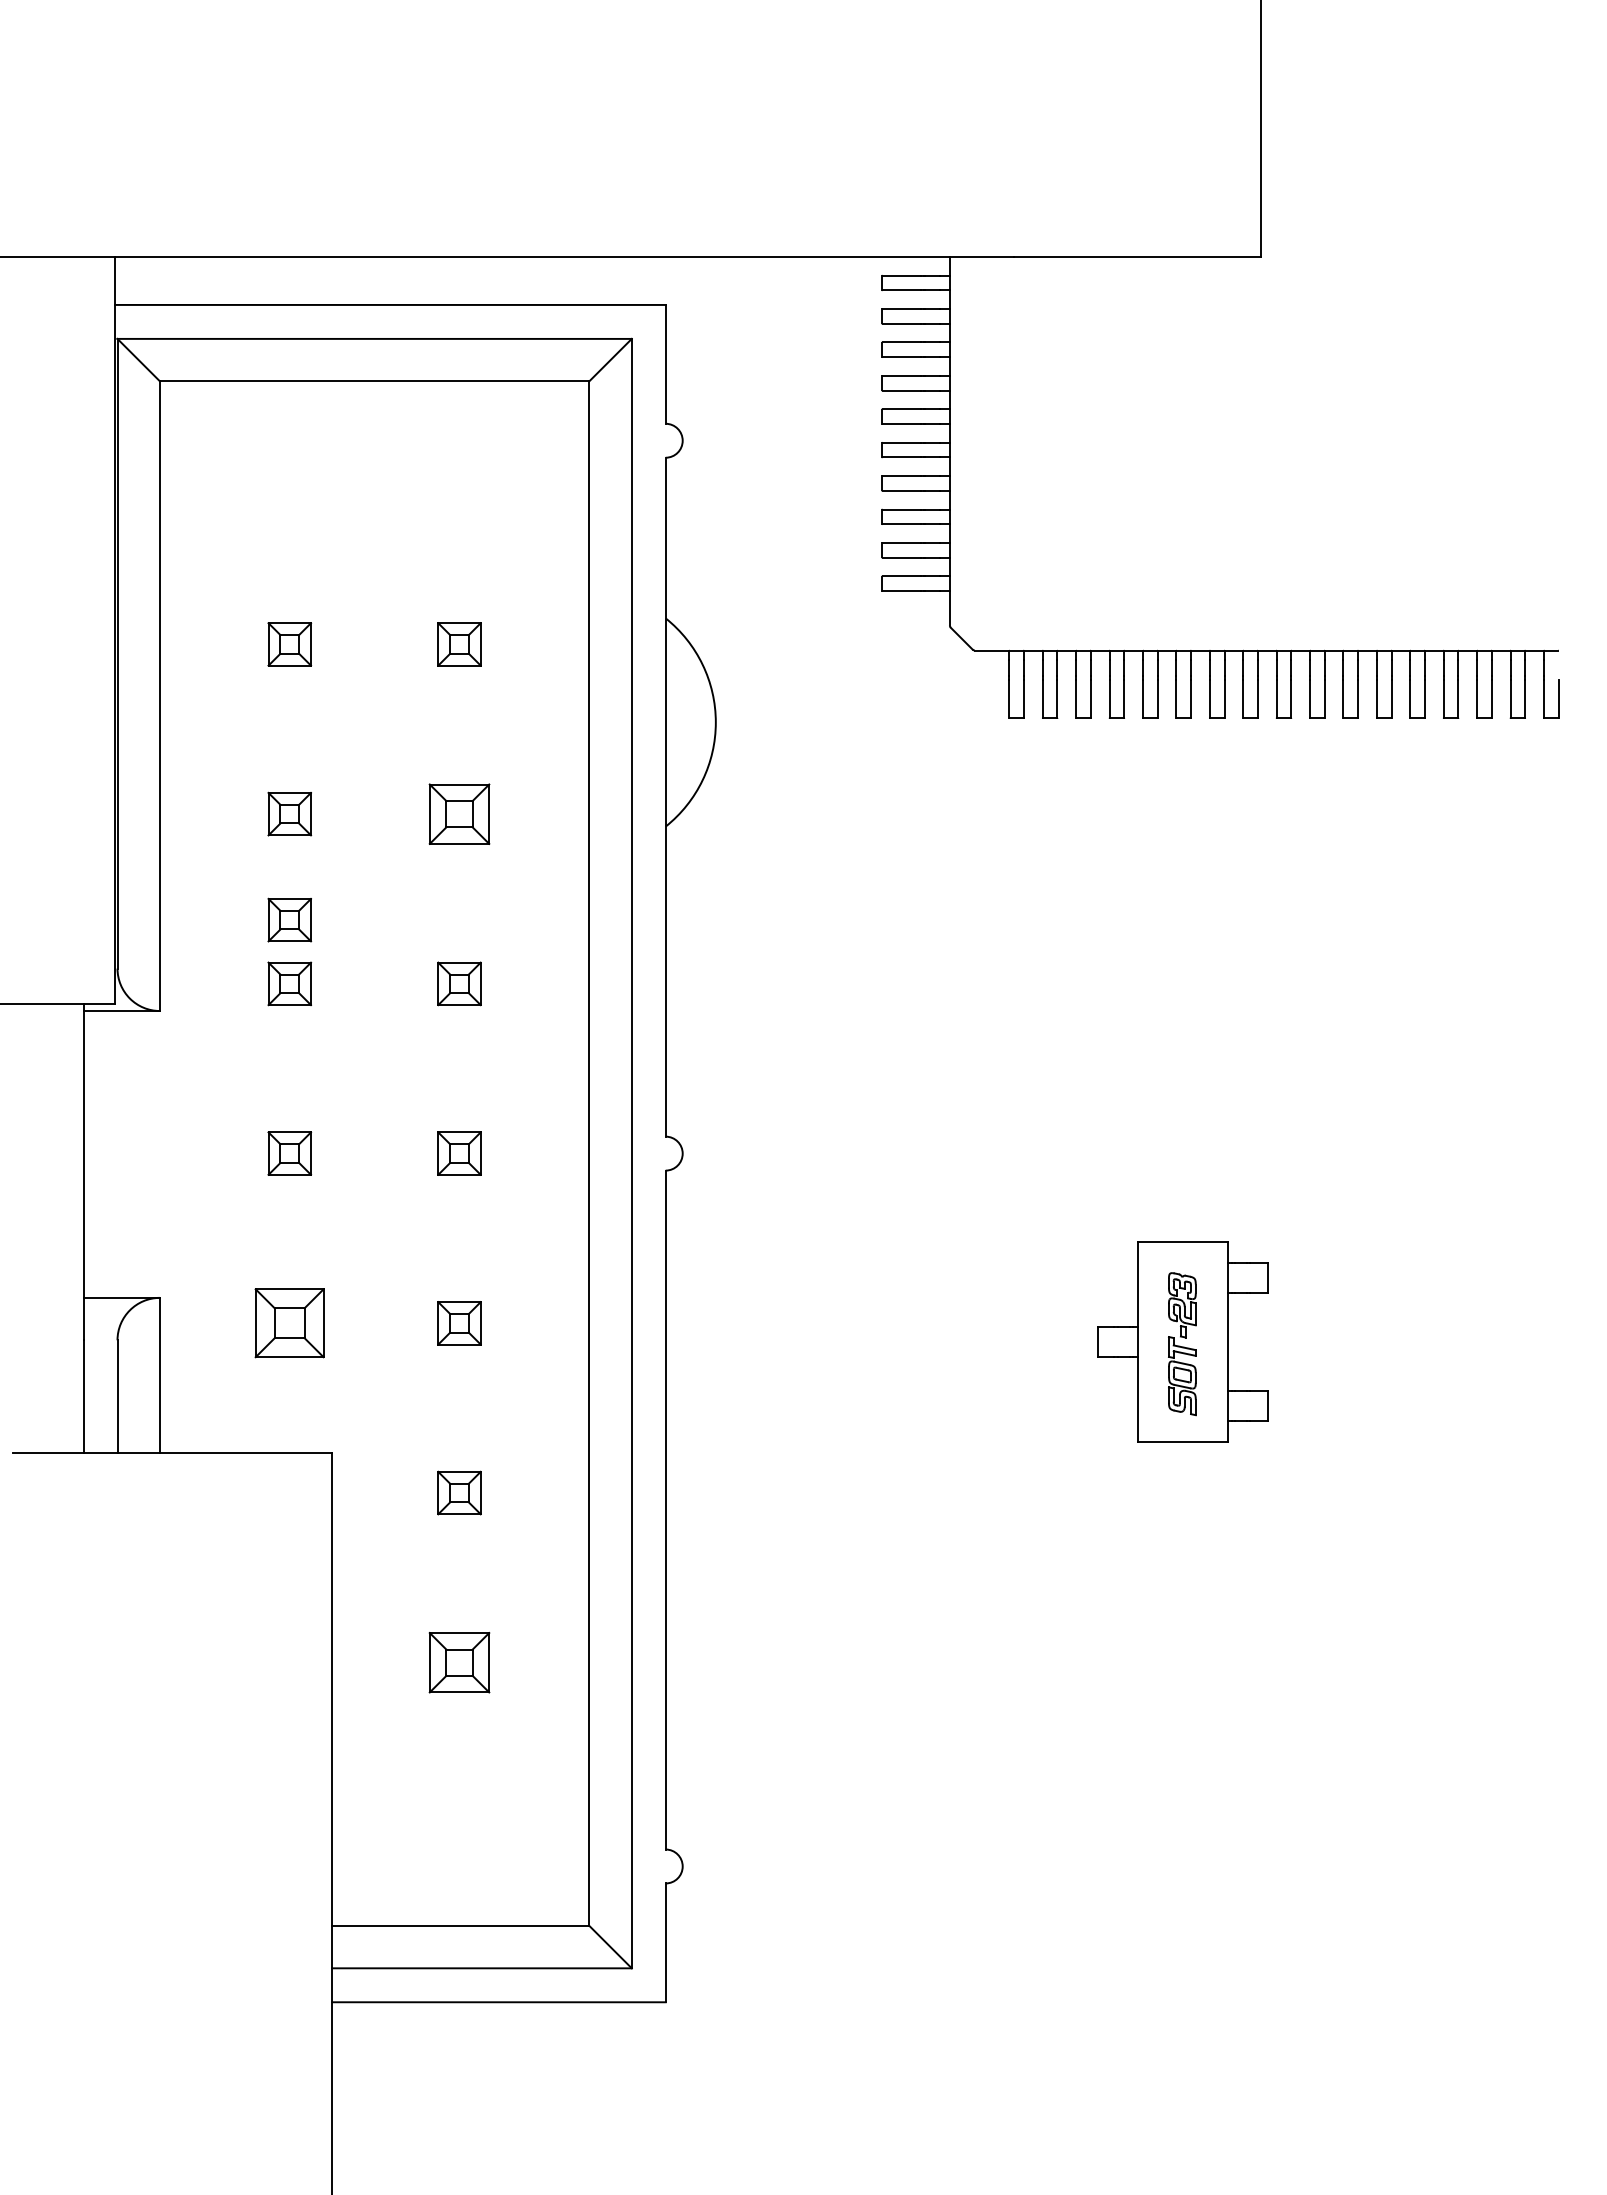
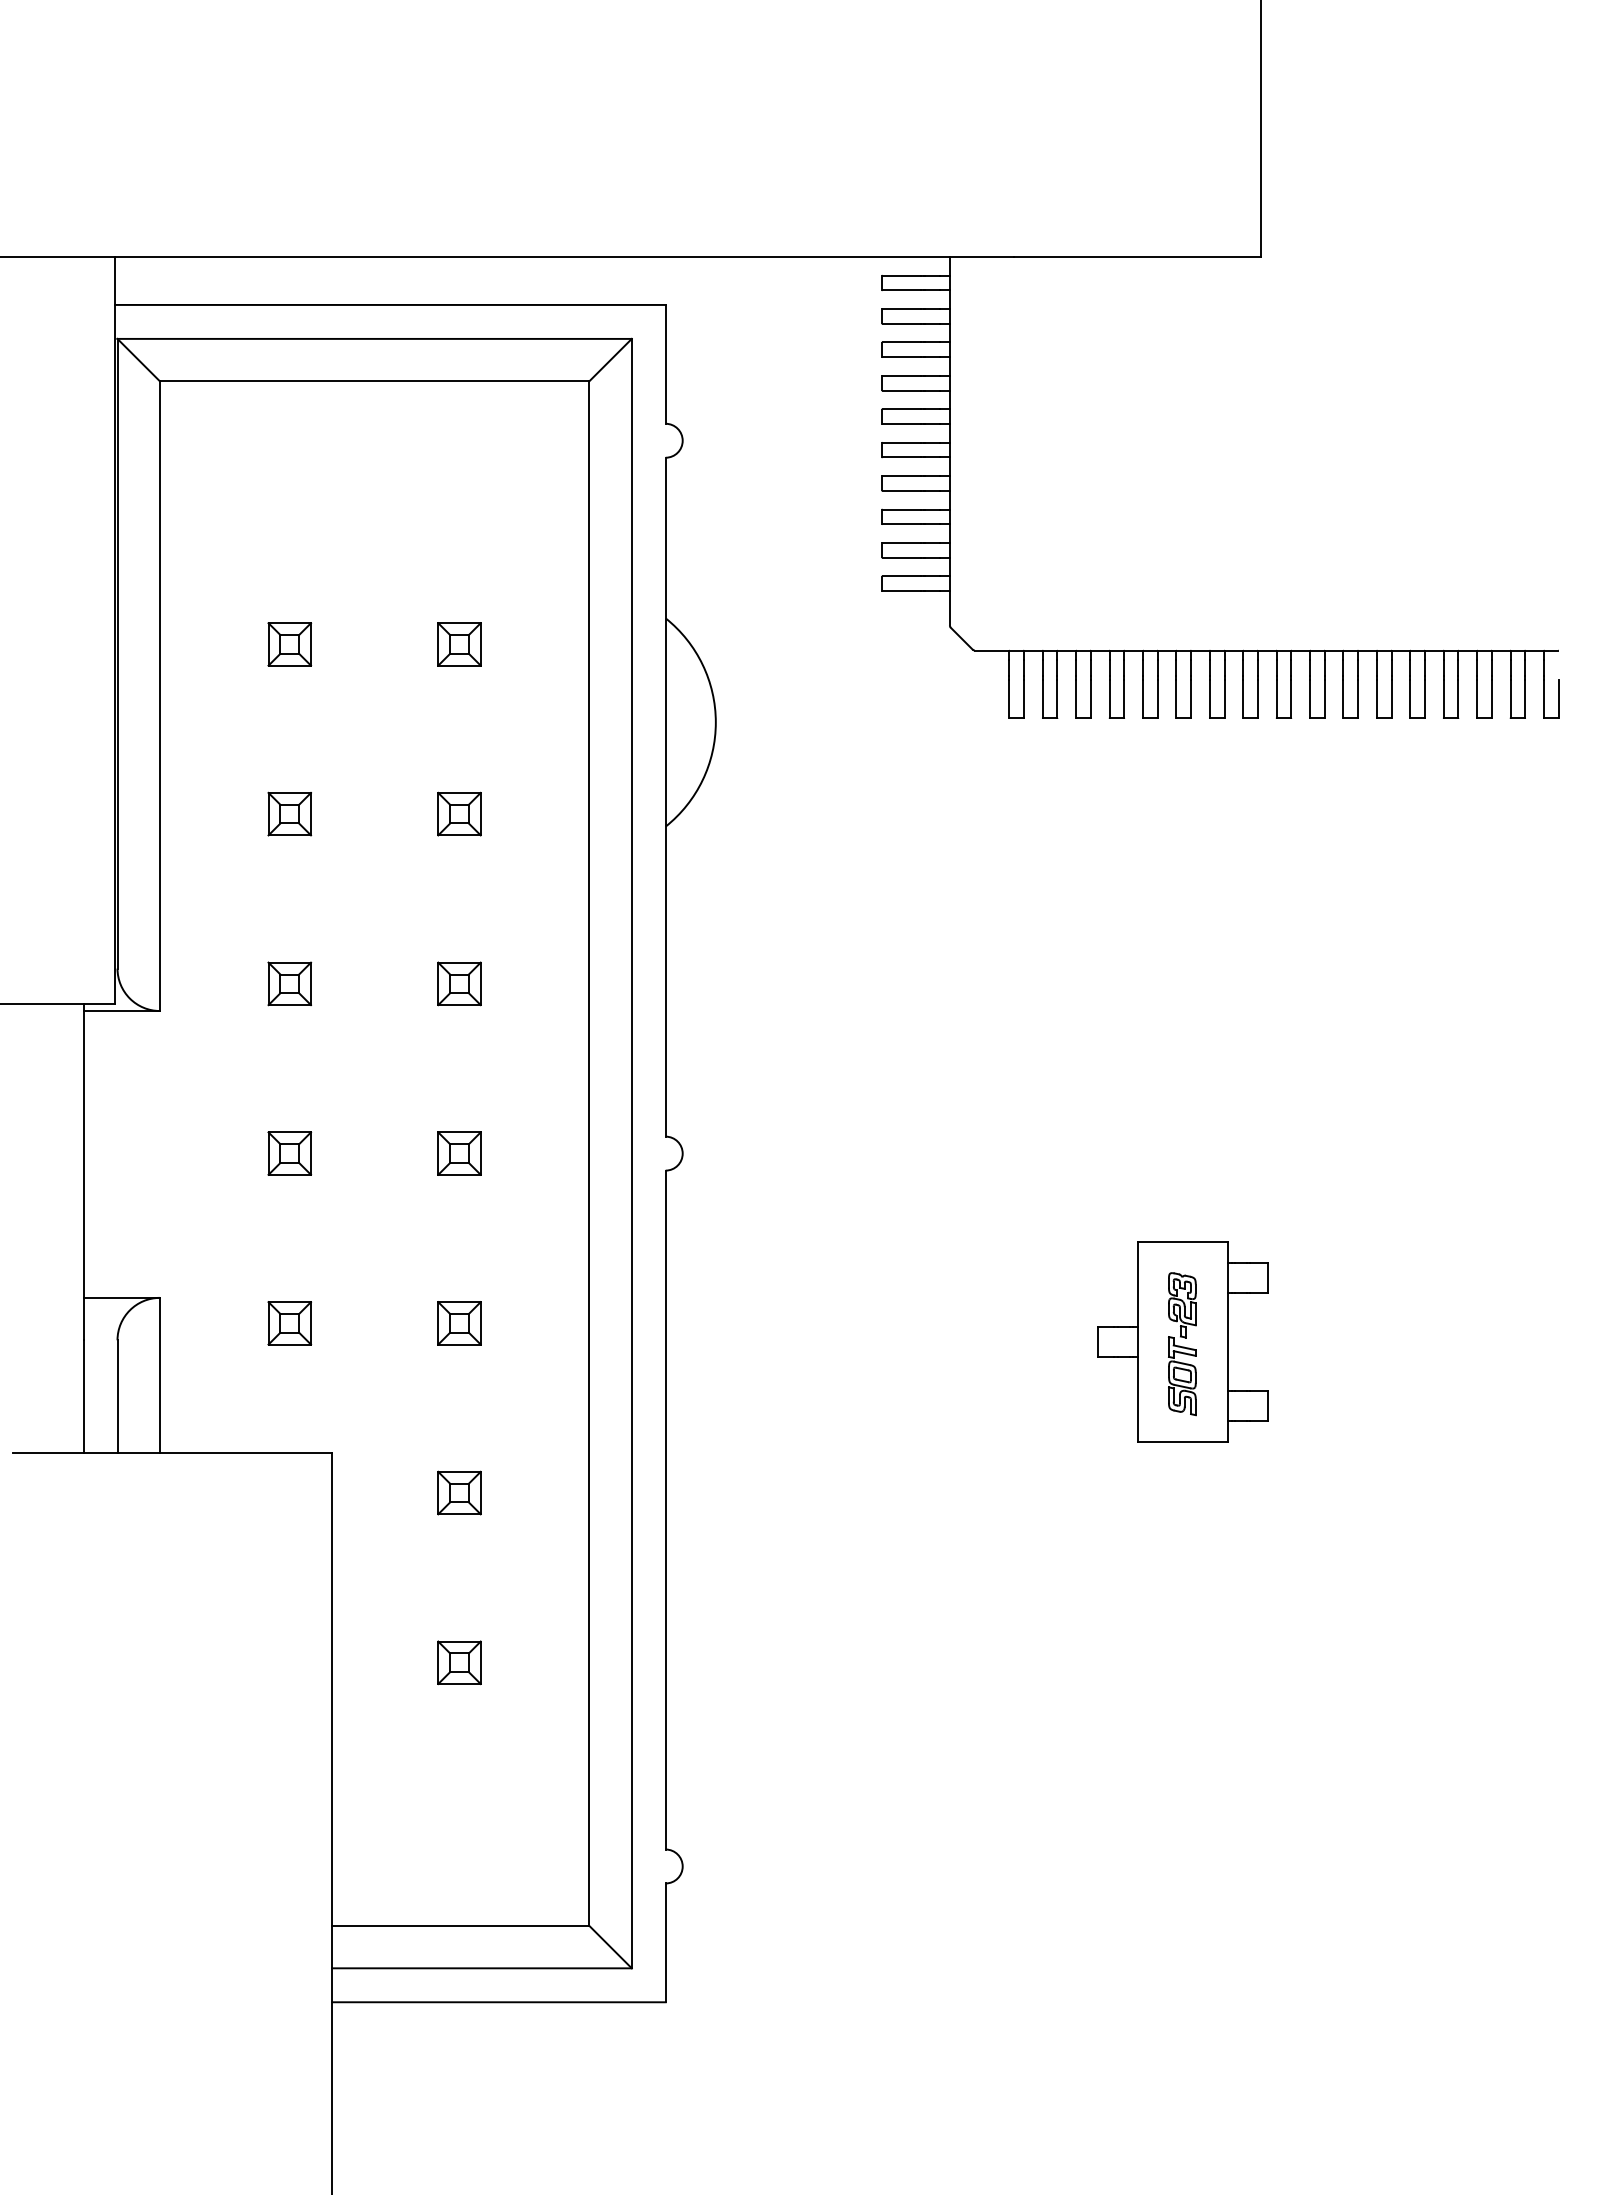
part at (459, 813) size: 63x62 px -> 45x46 px
part at (289, 919): present -> none
part at (289, 1323) size: 71x71 px -> 46x45 px
part at (459, 1662) size: 63x62 px -> 45x46 px
